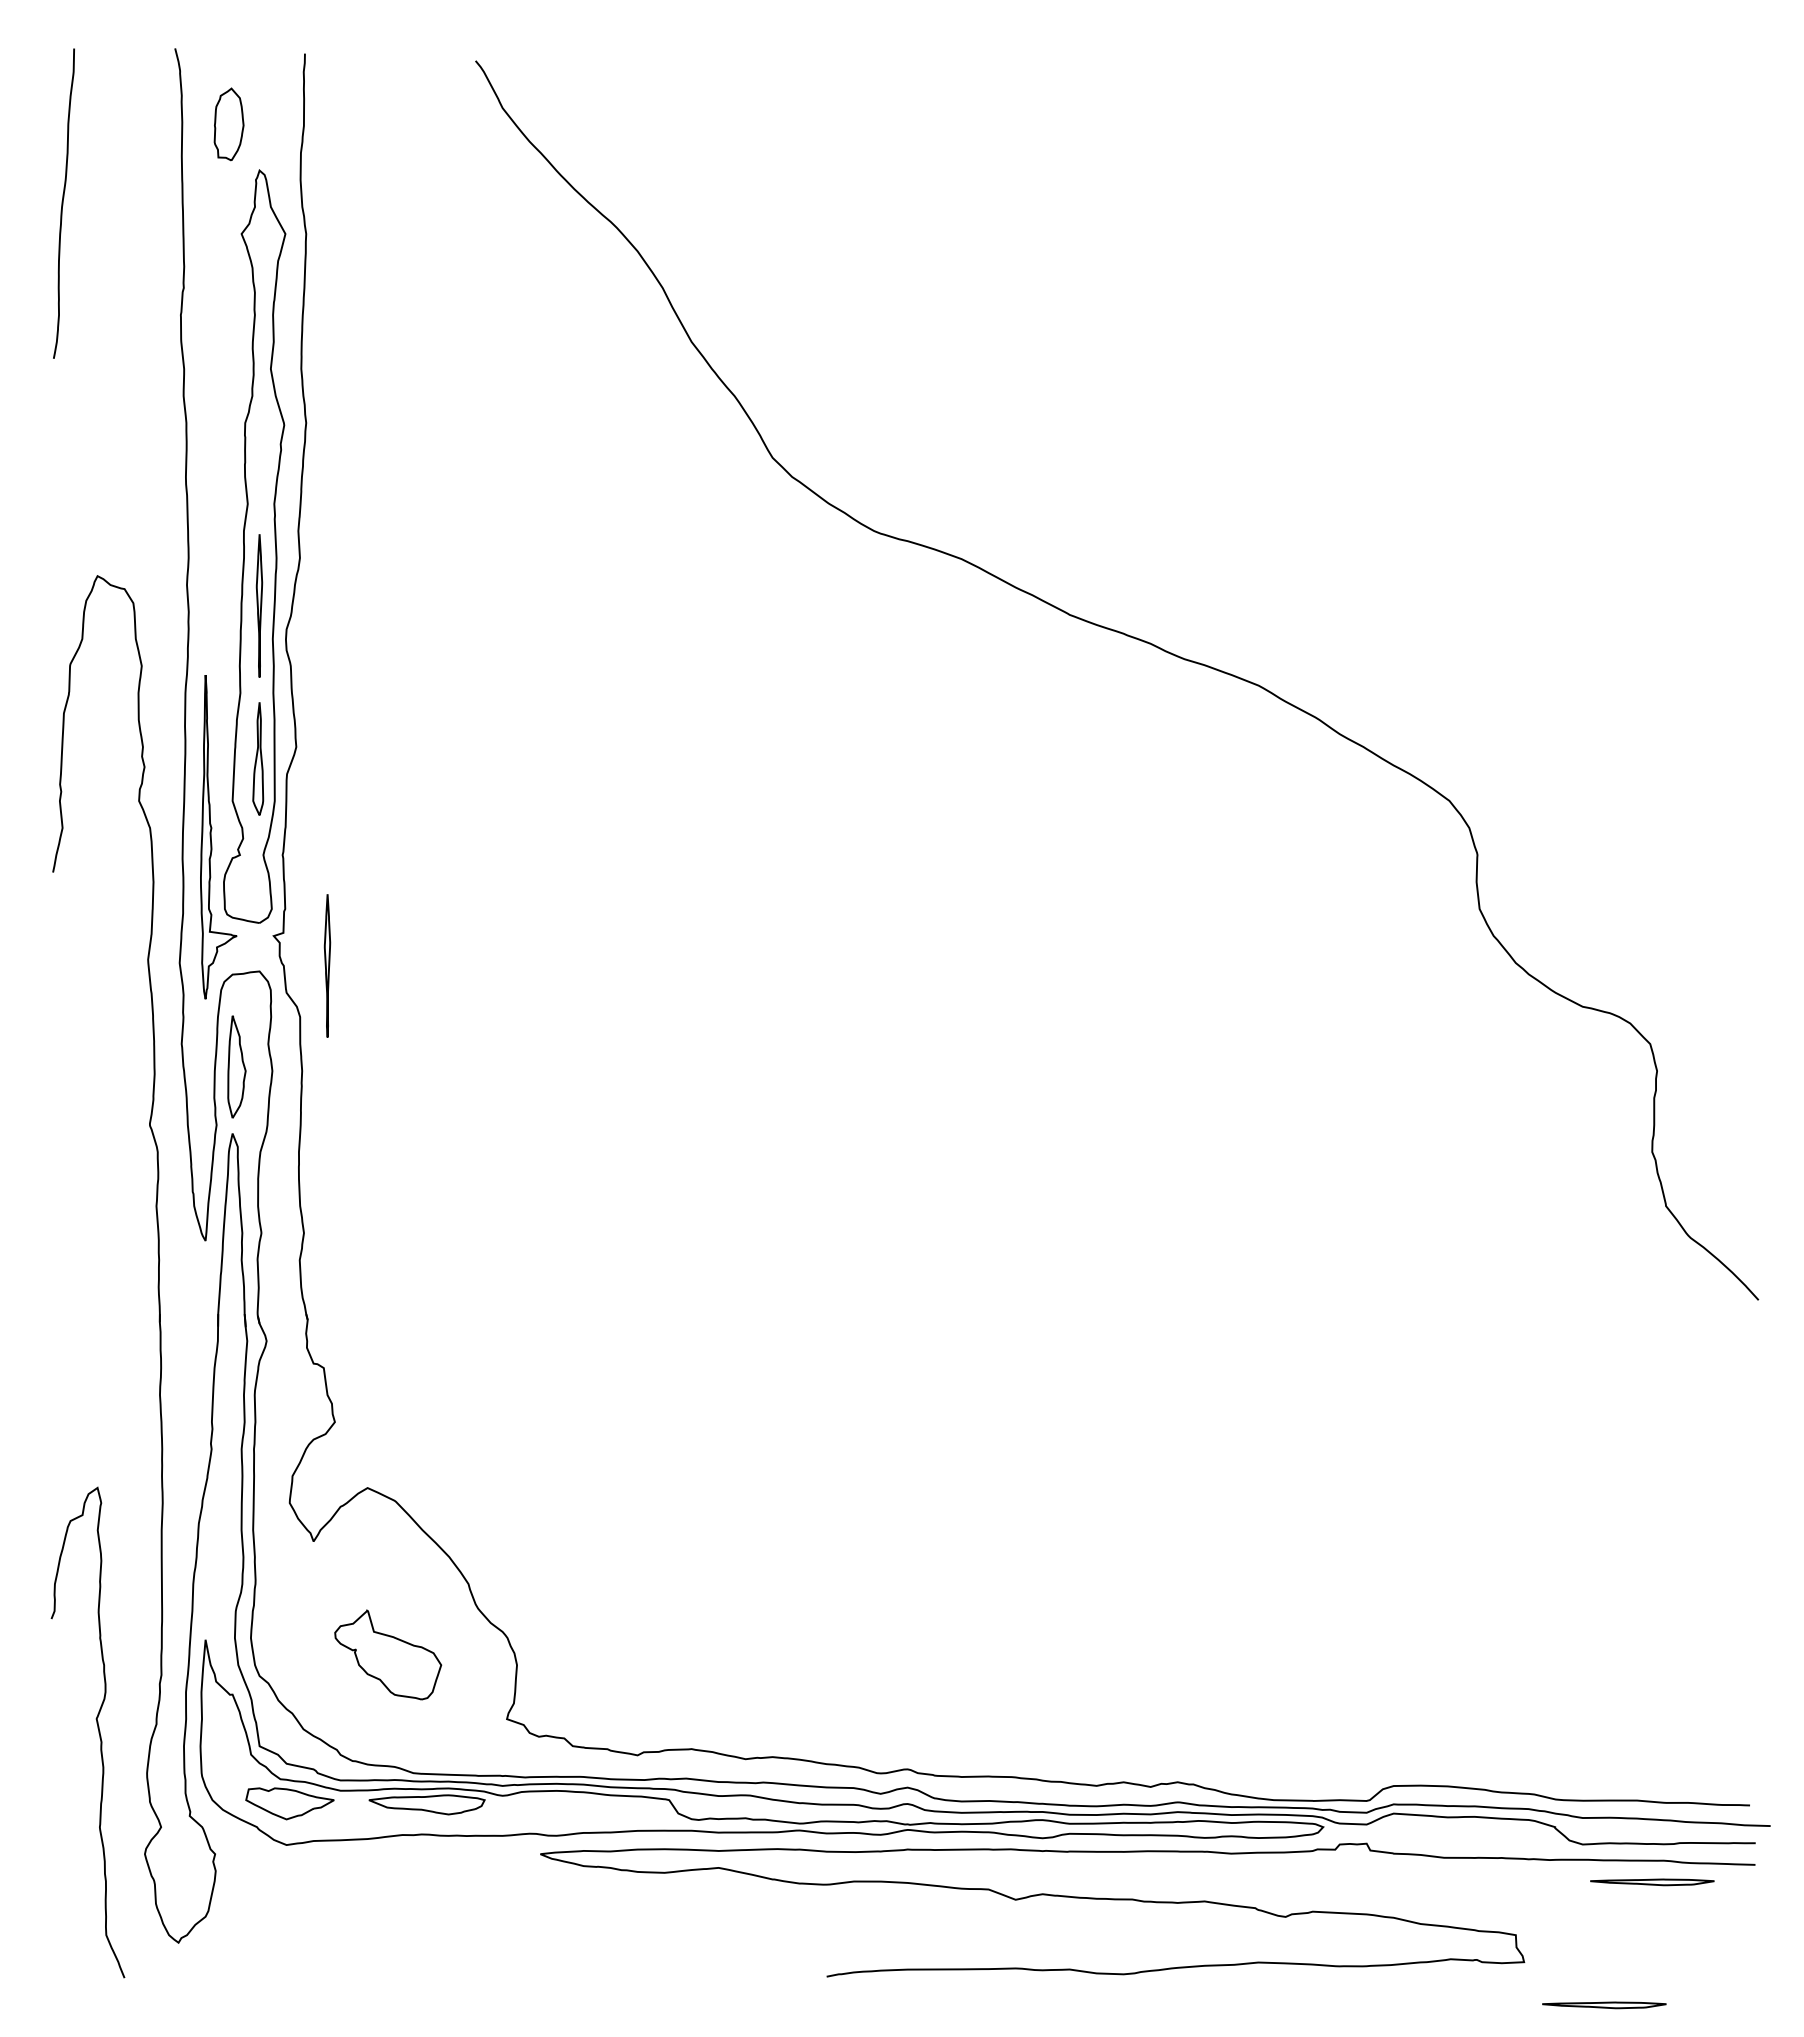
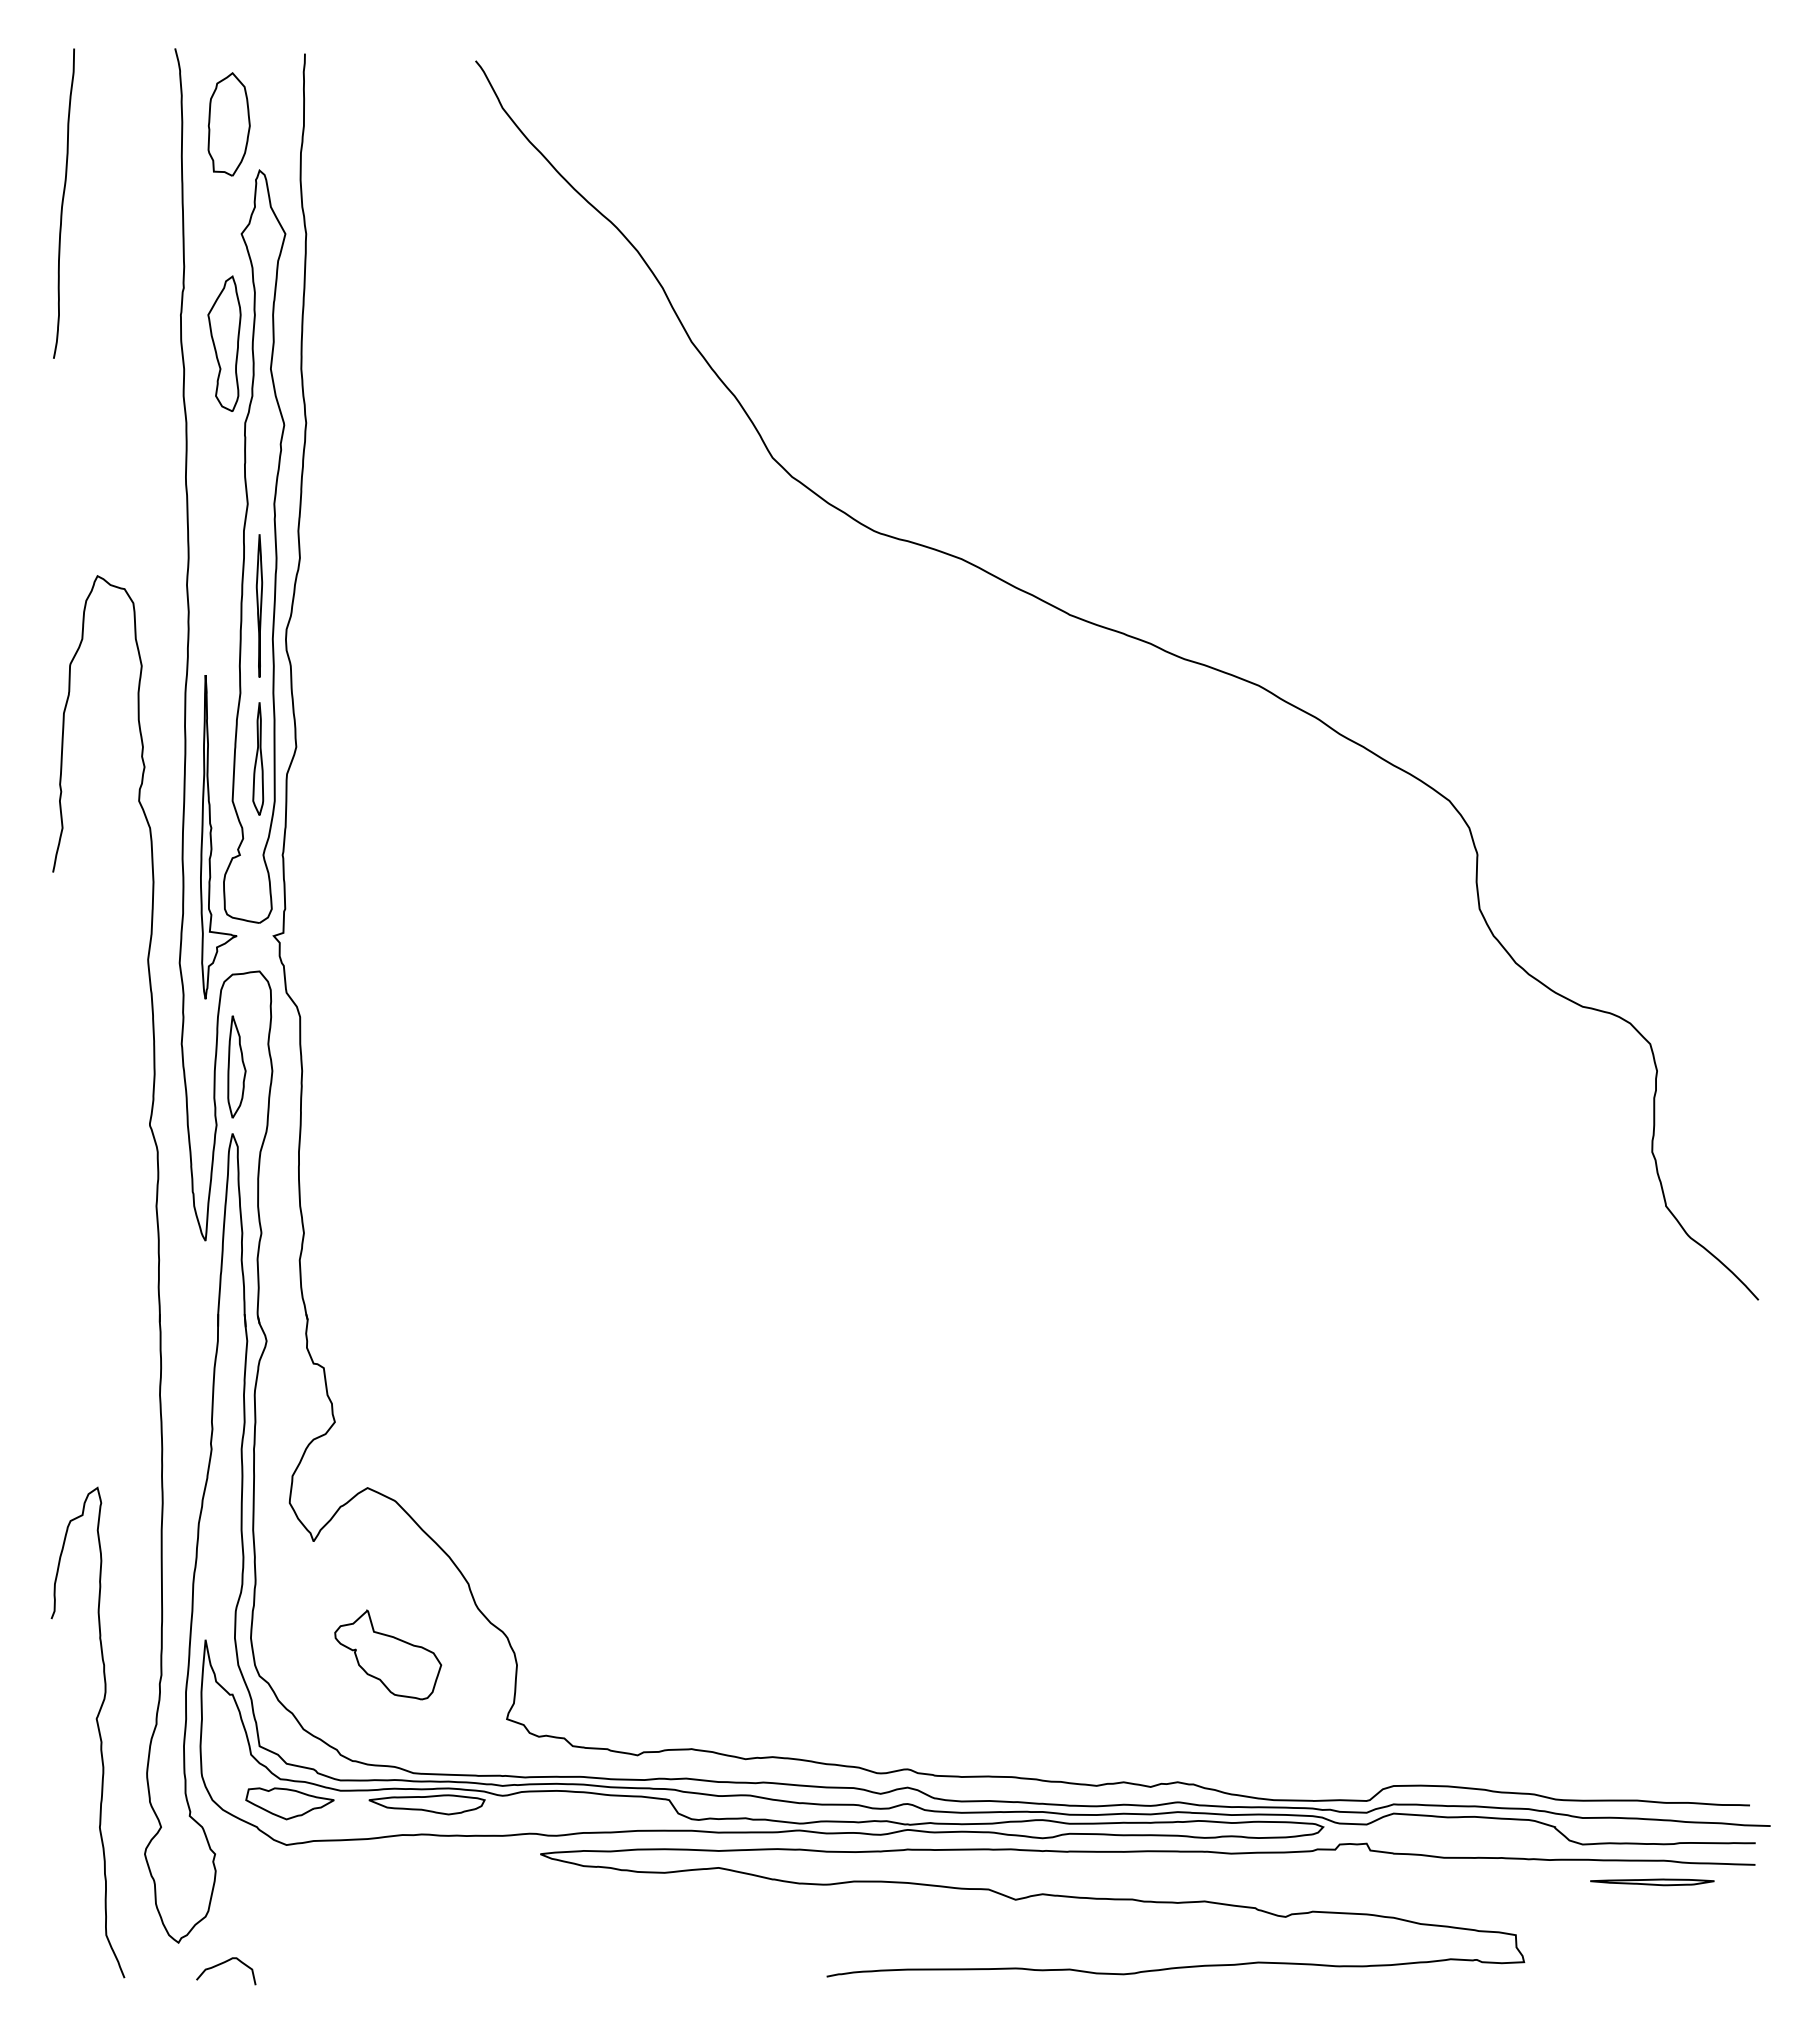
part at (228, 124) size: 32x75 px -> 44x105 px
part at (224, 343): none -> present
part at (327, 965): present -> none
curve at (222, 1964): none -> present
part at (1604, 2005): present -> none
